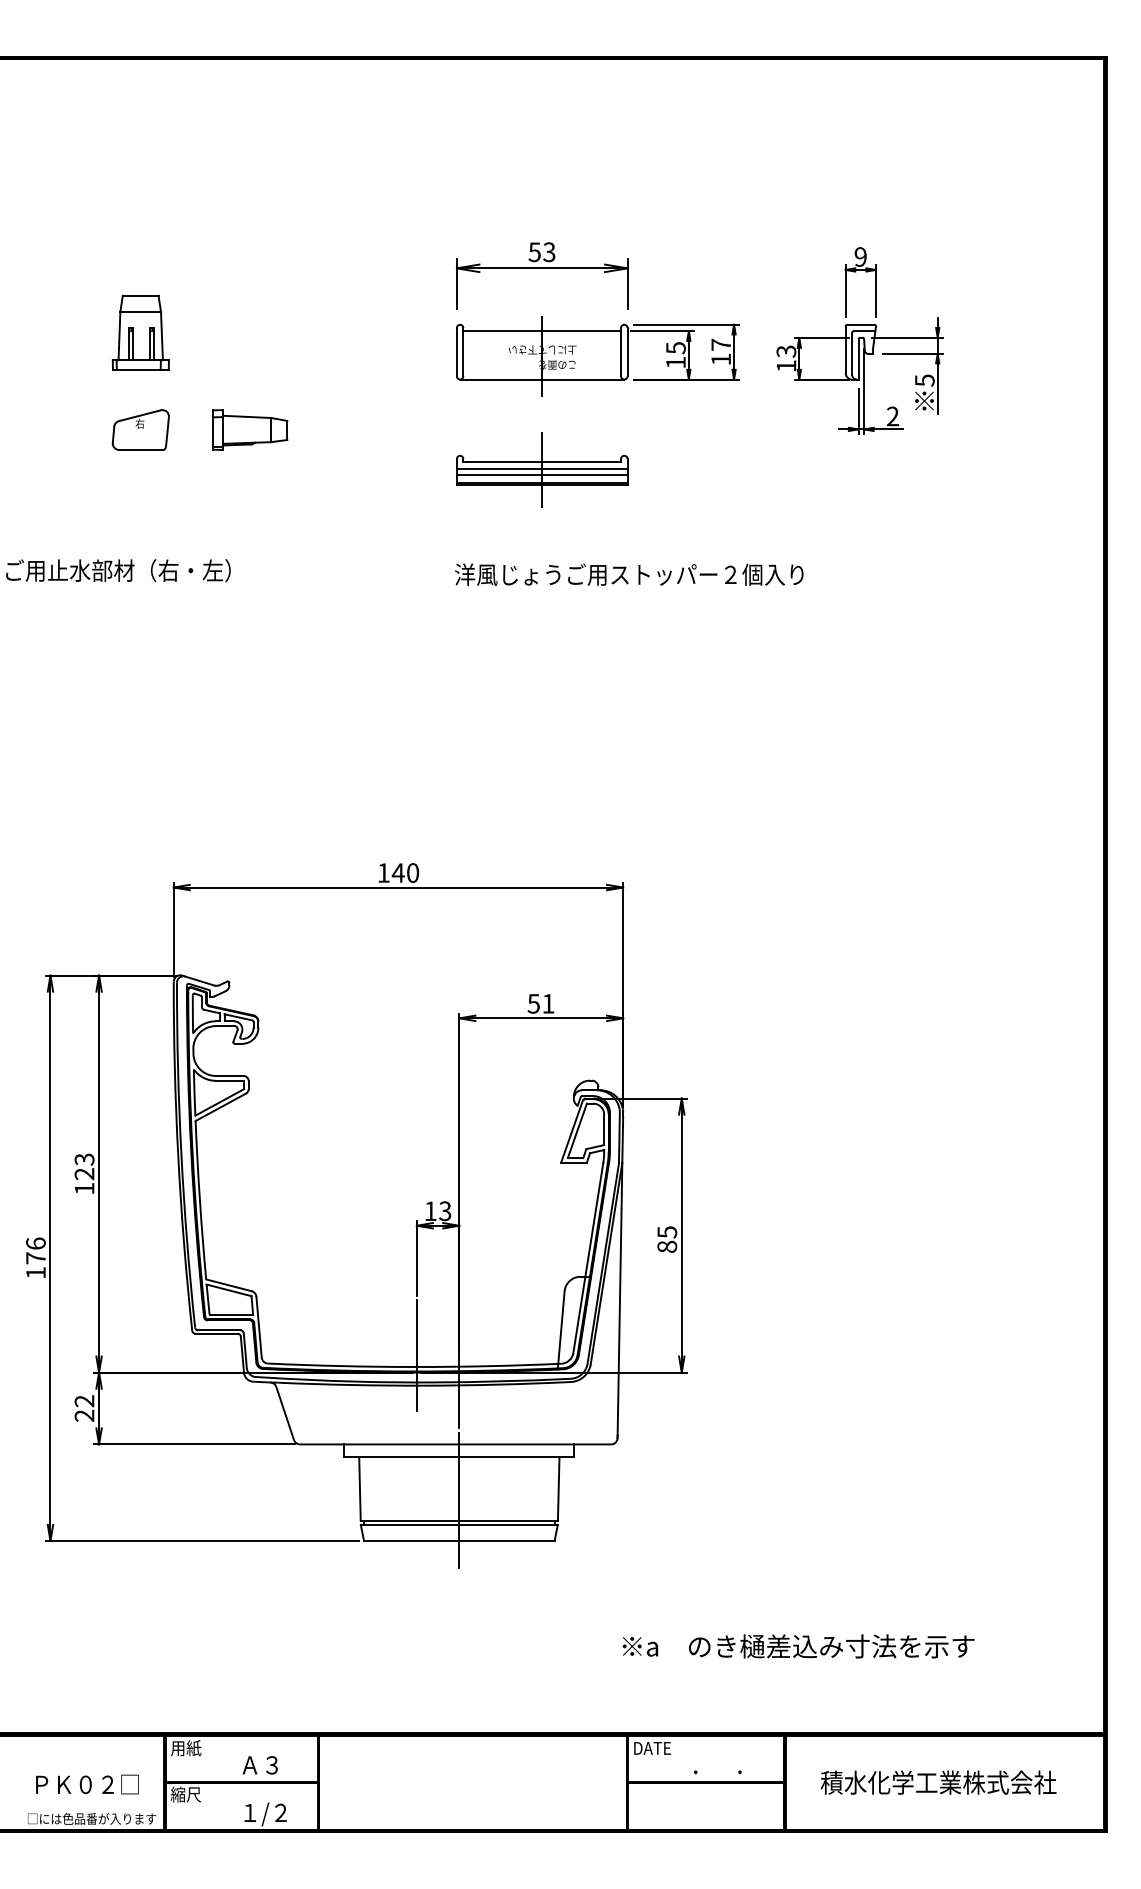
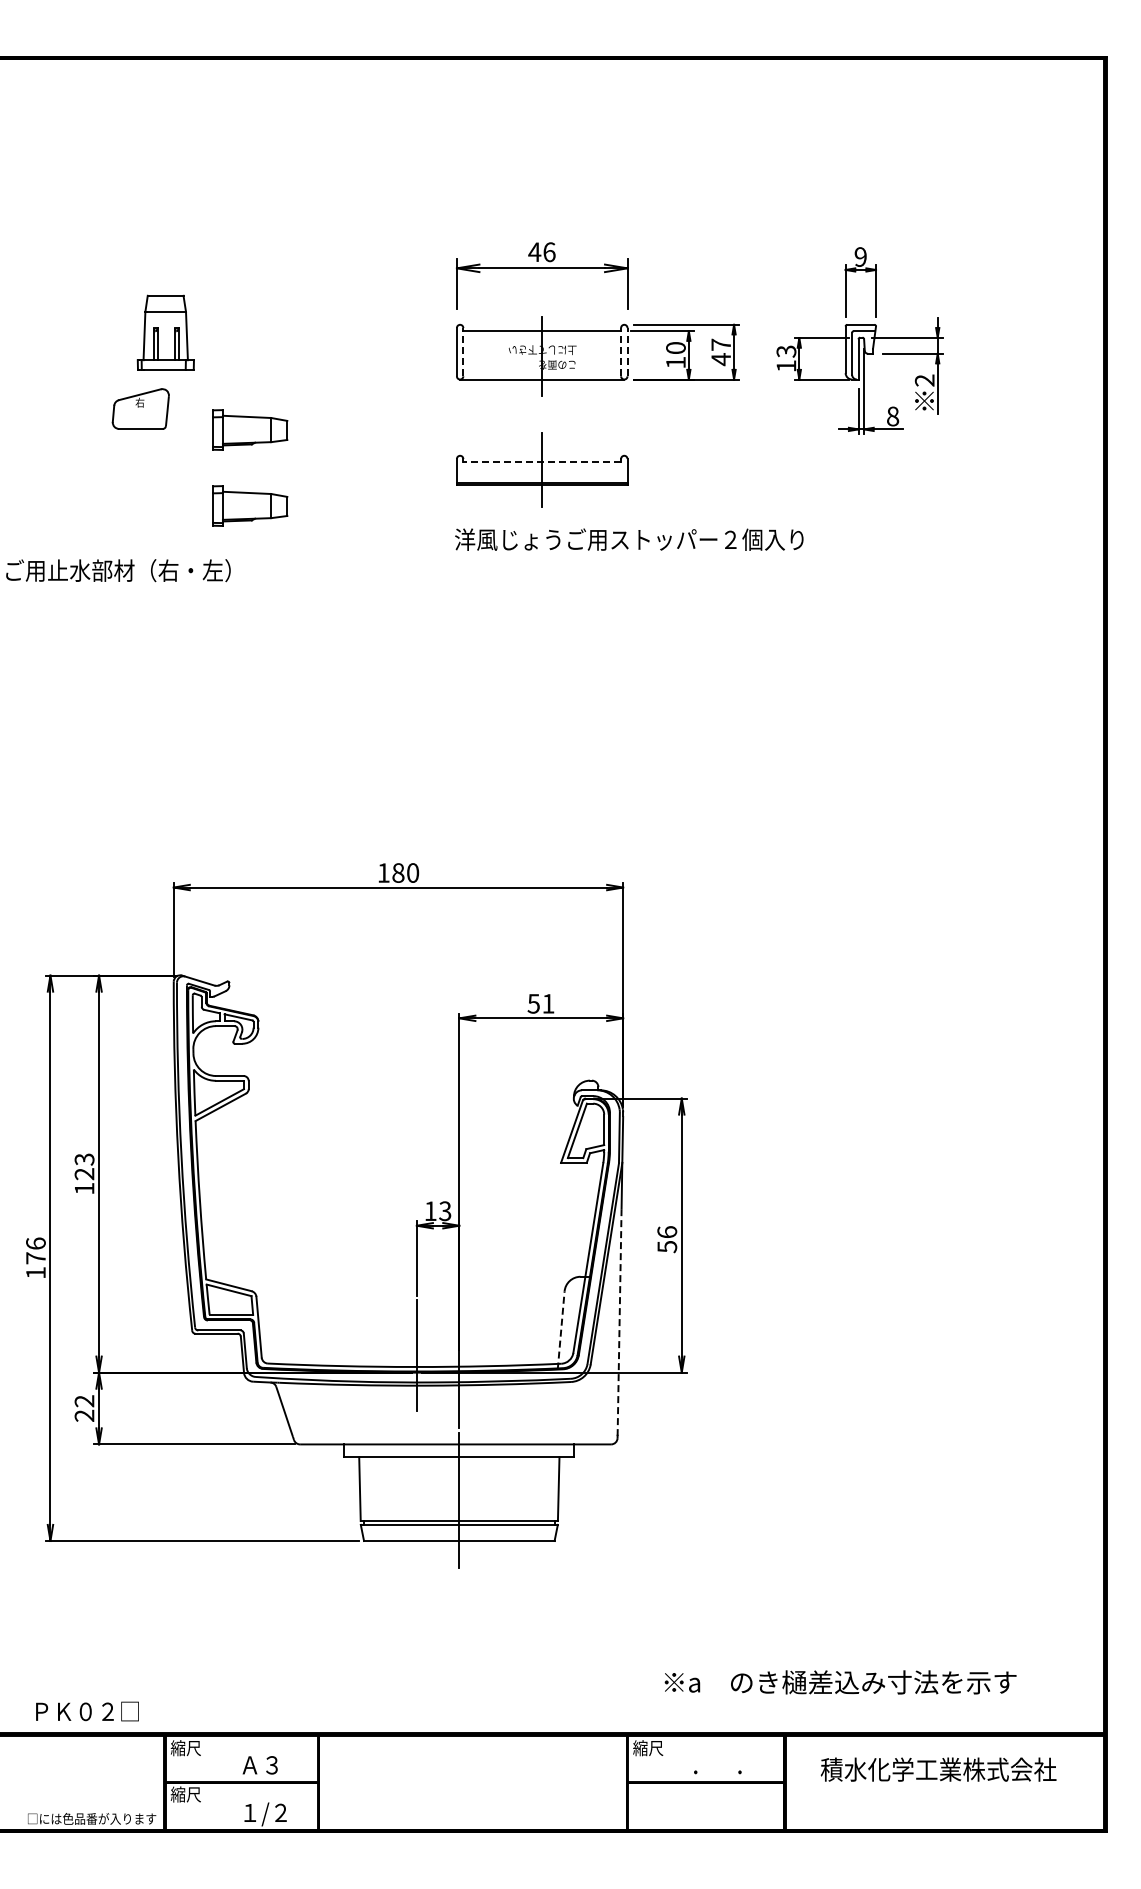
text at (541, 252): 53 -> 46
part at (140, 332) position: (140, 332) -> (165, 332)
text at (675, 348): 15 -> 10
line at (463, 351): solid -> dashed
line at (621, 351): solid -> dashed
line at (627, 351): solid -> dashed
text at (720, 359): 17 -> 47
text at (924, 380): 5 -> 2
text at (893, 416): 2 -> 8
part at (140, 429) position: (140, 429) -> (140, 408)
line at (542, 462): solid -> dashed
line at (541, 468): present -> none
line at (541, 475): present -> none
part at (250, 505): none -> present
text at (629, 574) position: (629, 574) -> (629, 539)
text at (397, 872): 140 -> 180
text at (667, 1239): 85 -> 56
line at (619, 1324): solid -> dashed
line at (561, 1329): solid -> dashed
text at (798, 1646) position: (798, 1646) -> (840, 1682)
text at (185, 1748): 用紙 -> 縮尺
text at (651, 1748): DATE -> 縮尺
text at (938, 1782) position: (938, 1782) -> (938, 1769)
text at (87, 1784) position: (87, 1784) -> (87, 1711)
